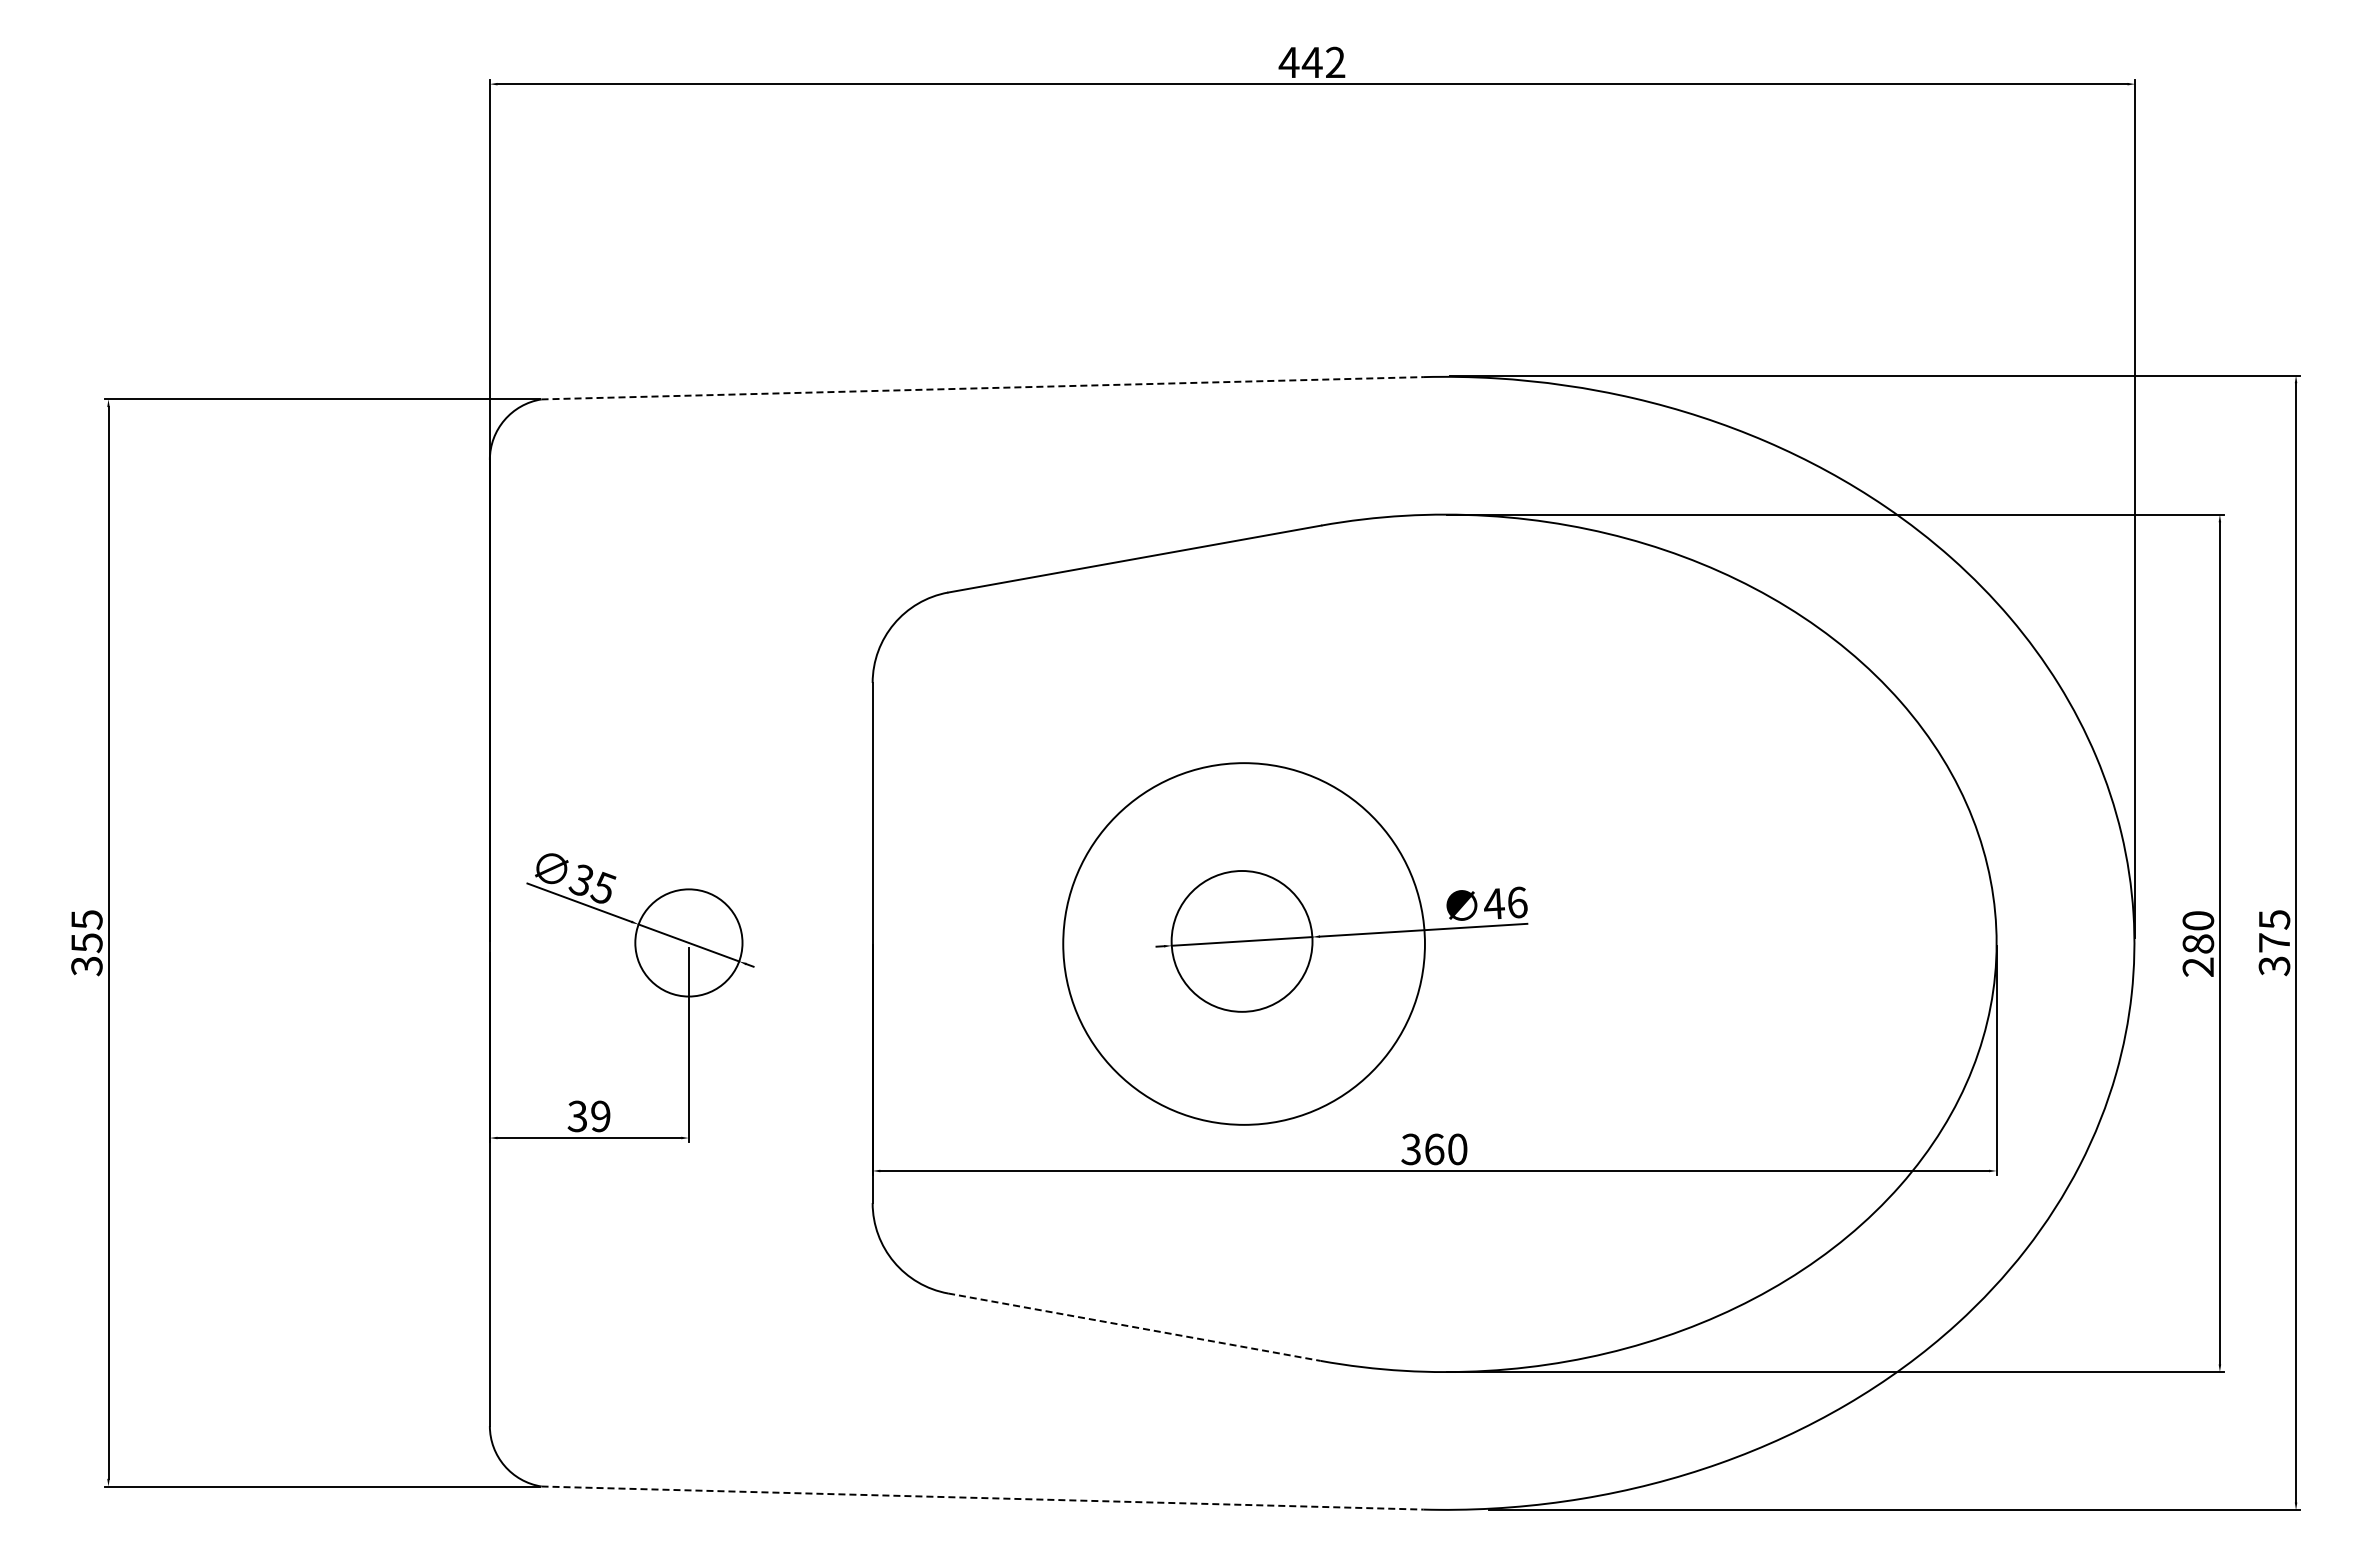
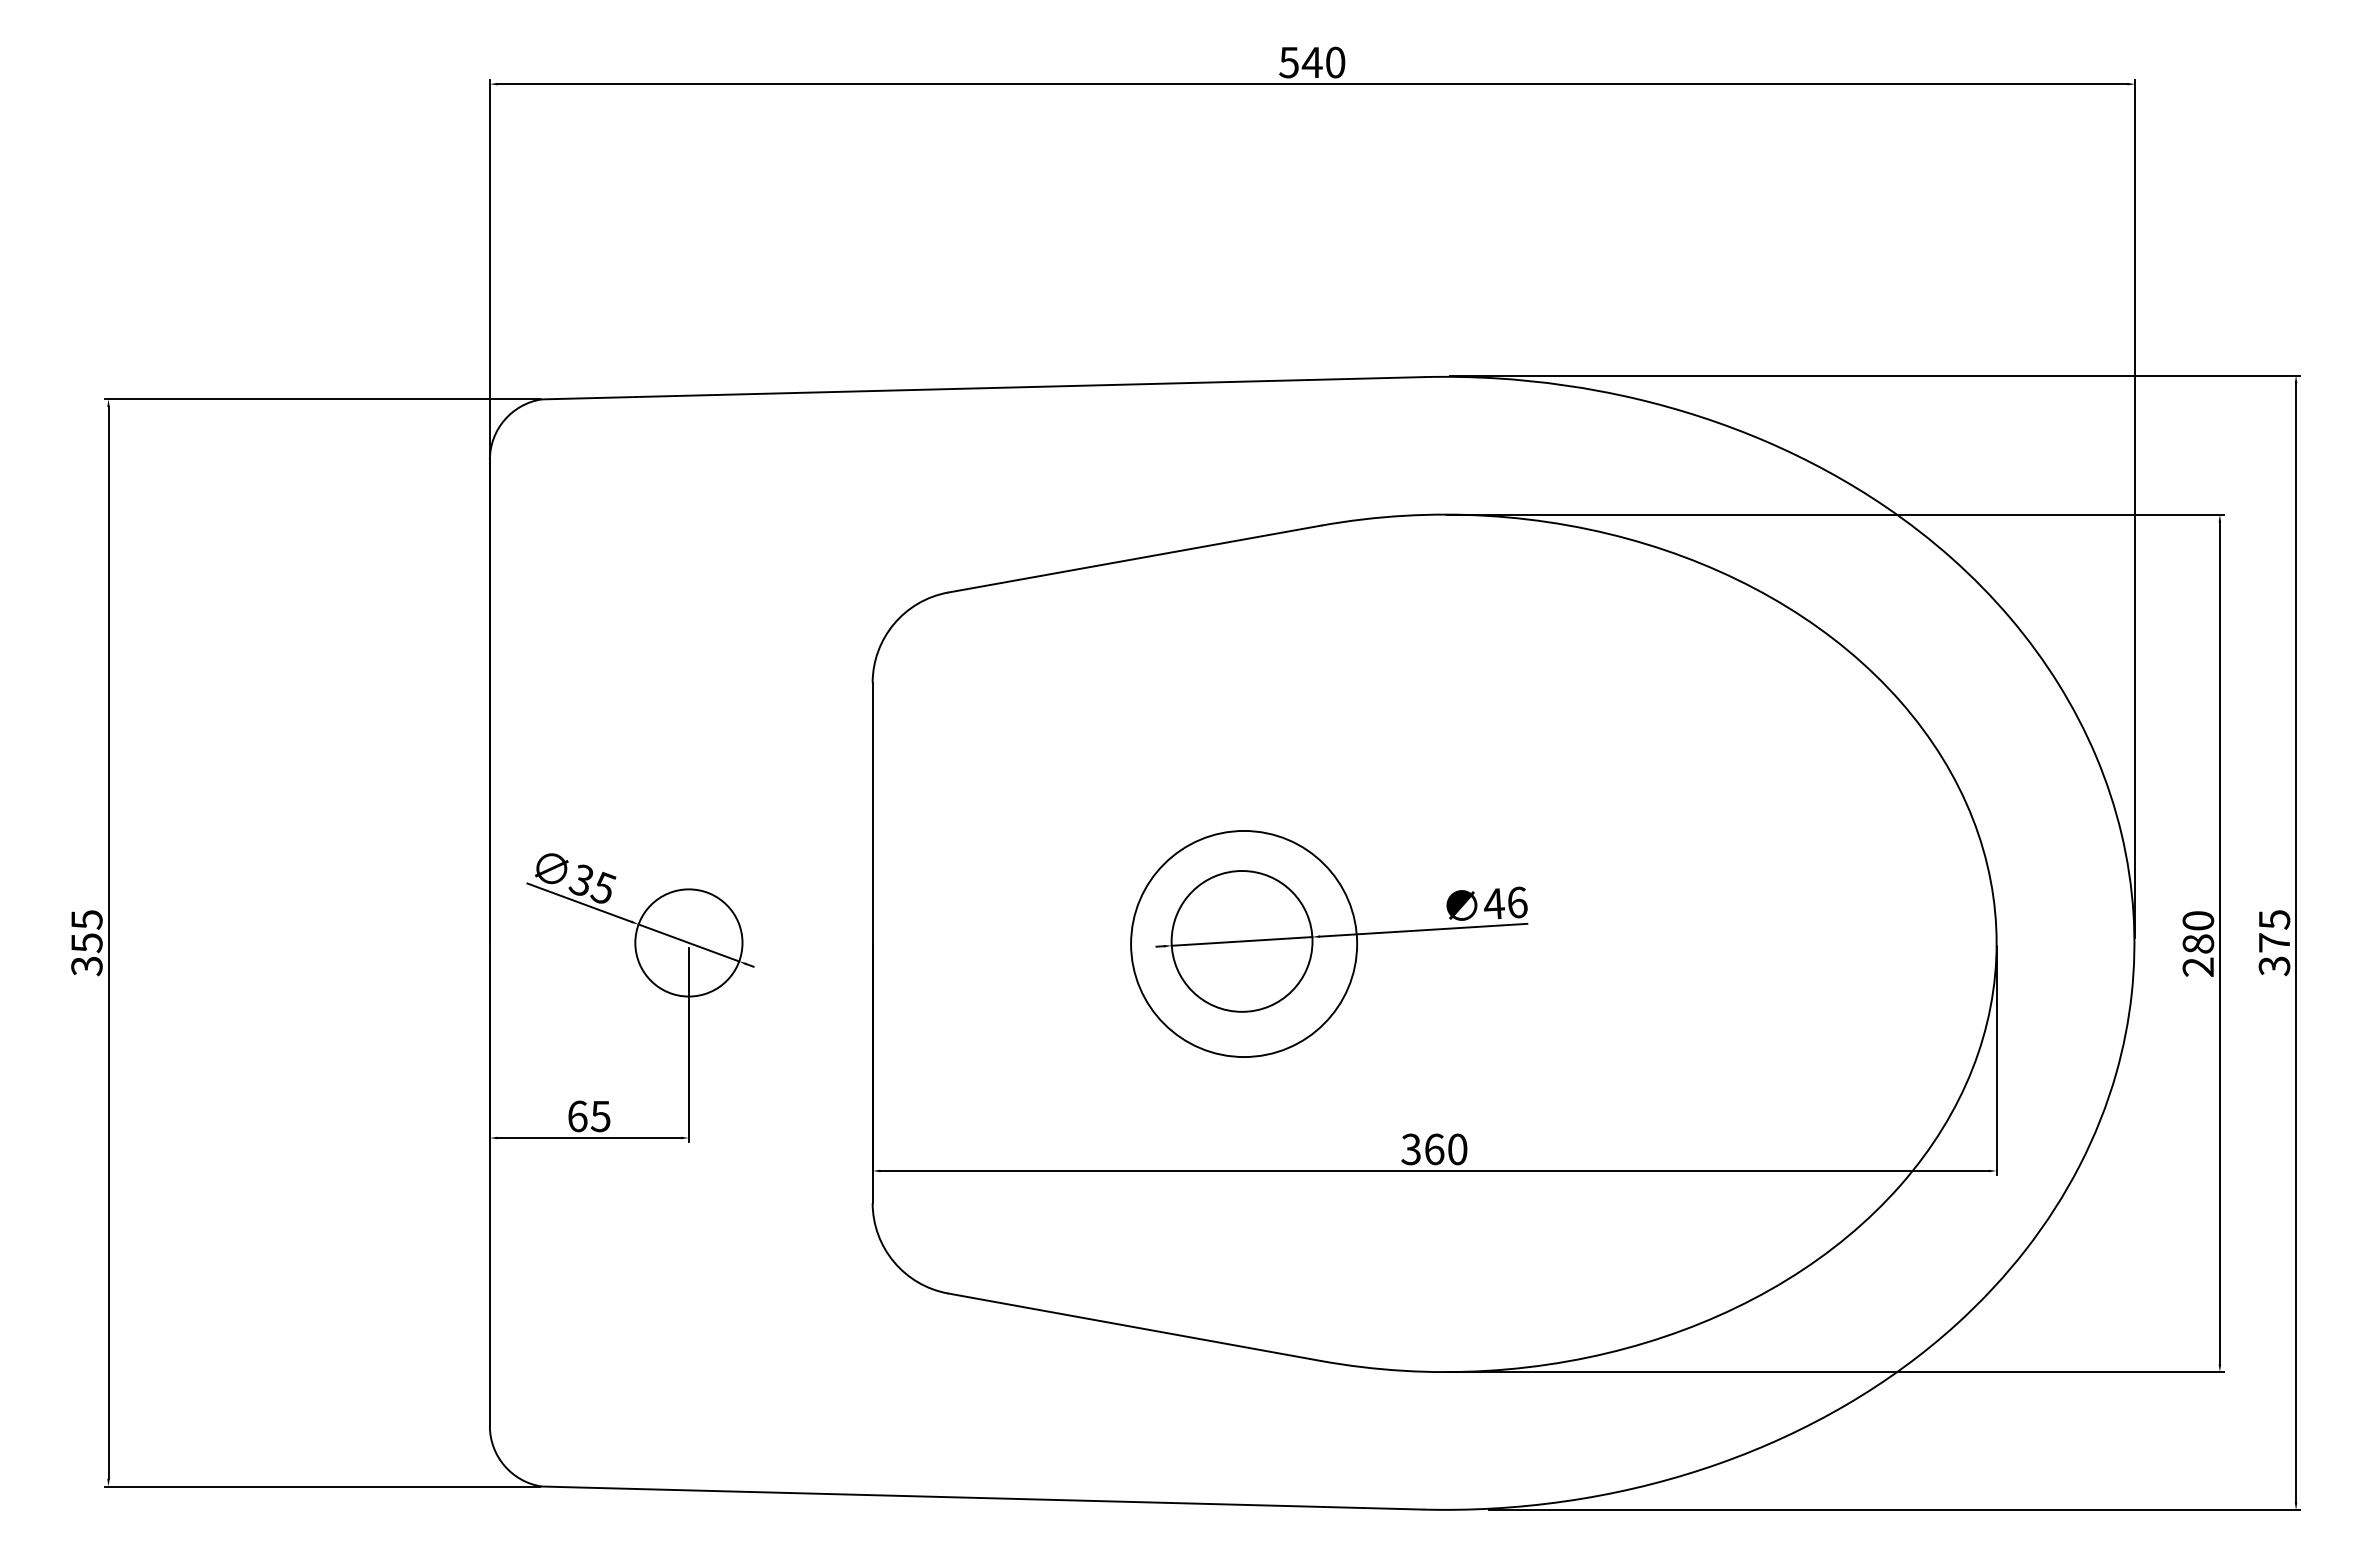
text at (1311, 62): 442 -> 540
line at (983, 388): dashed -> solid
circle at (1243, 943) diameter: 362 px -> 226 px
text at (588, 1116): 39 -> 65
line at (1134, 1327): dashed -> solid
line at (983, 1498): dashed -> solid
